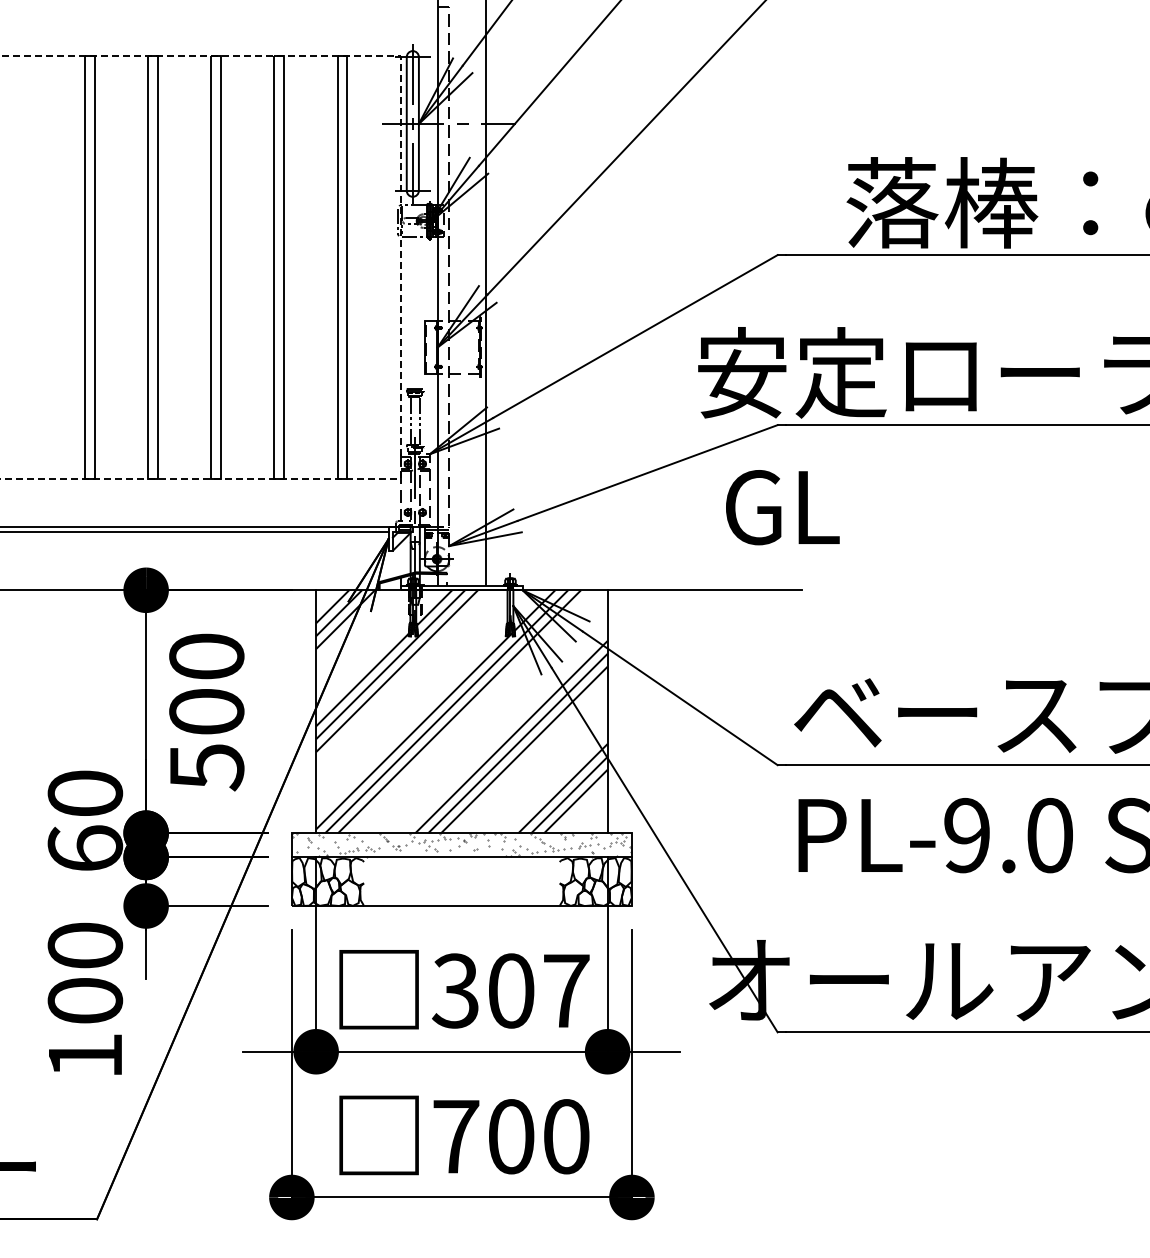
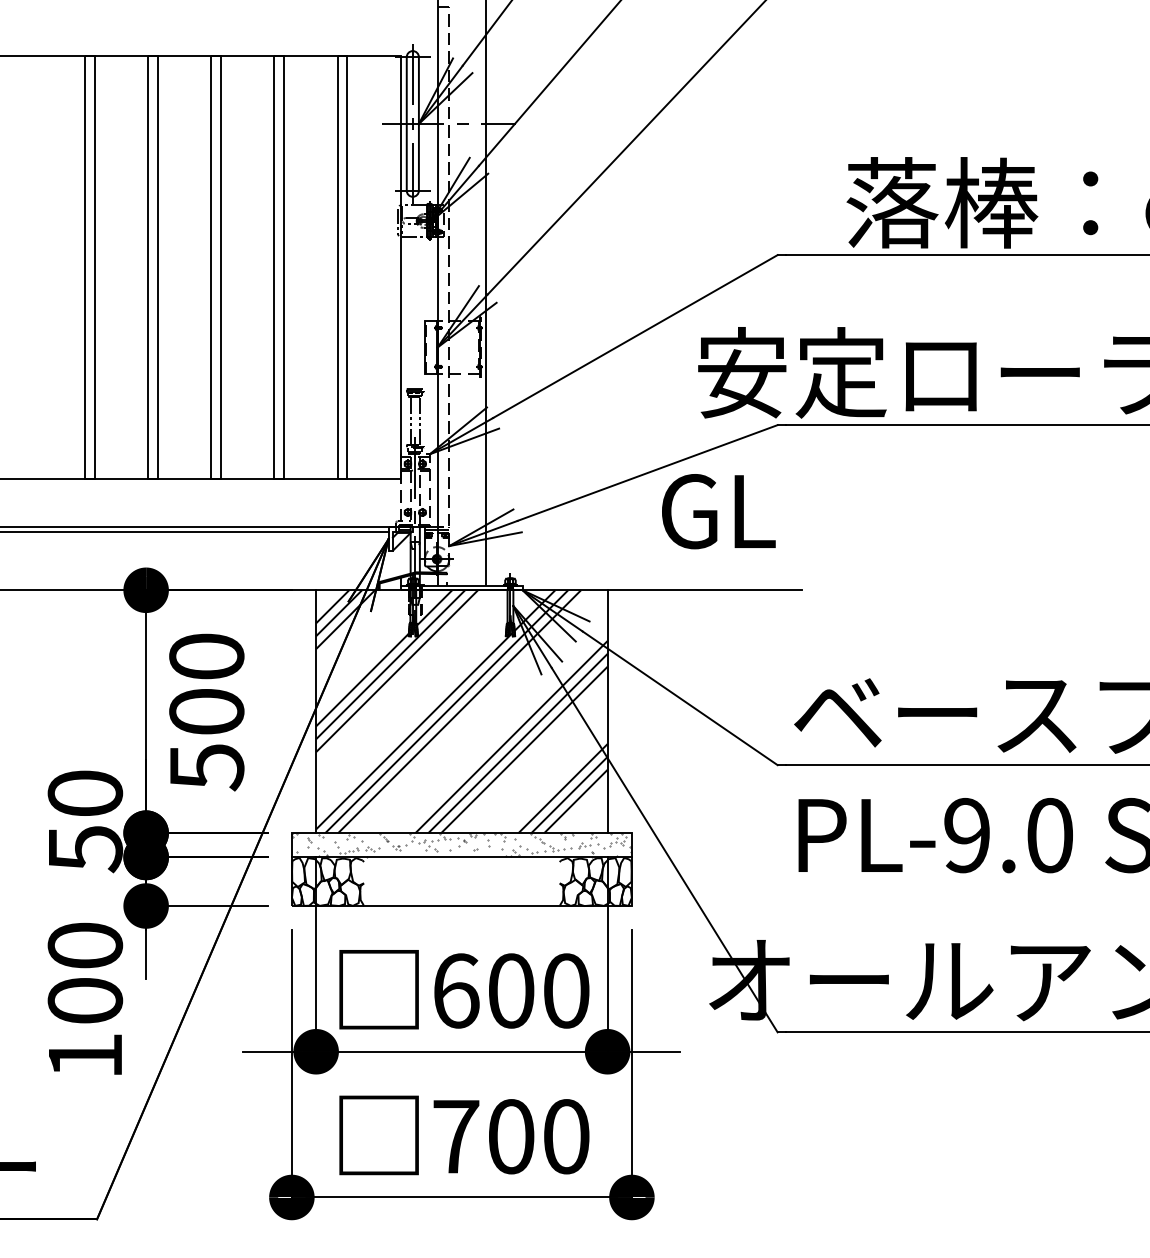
line at (400, 267): dashed -> solid
text at (782, 507) position: (782, 507) -> (718, 511)
text at (85, 849): 60 -> 50
text at (510, 990): 307 -> 600
